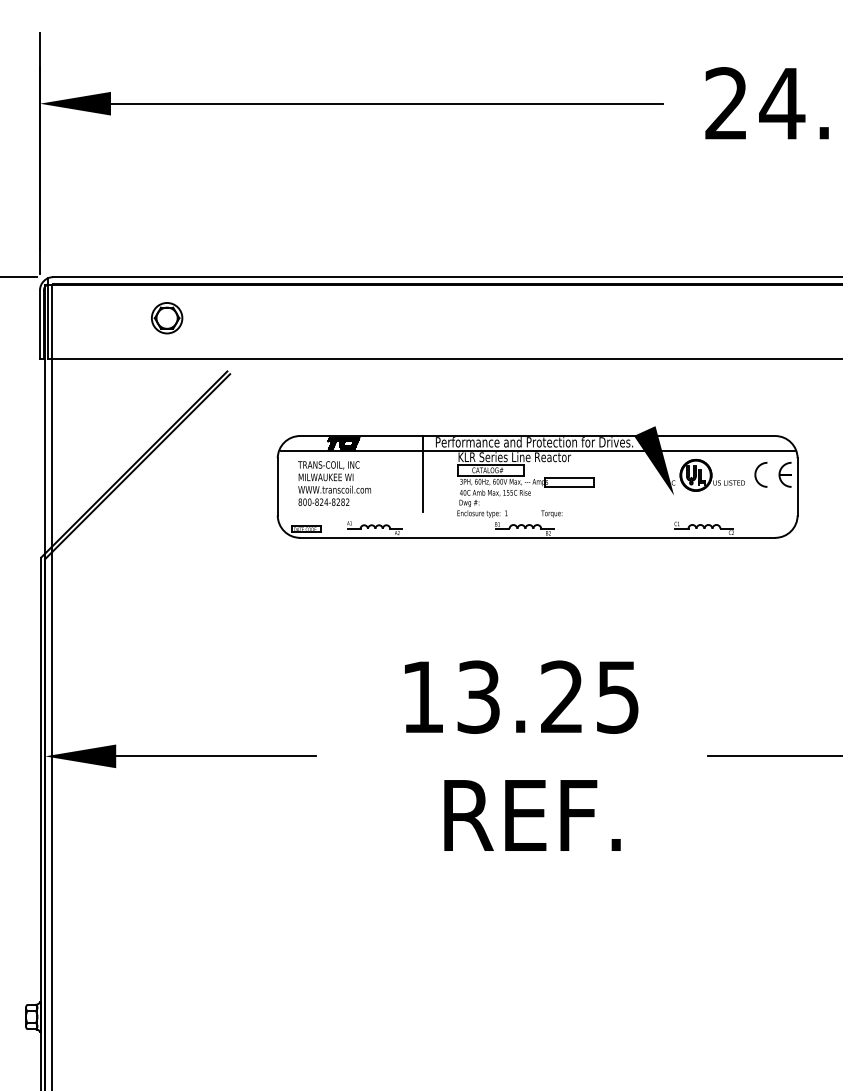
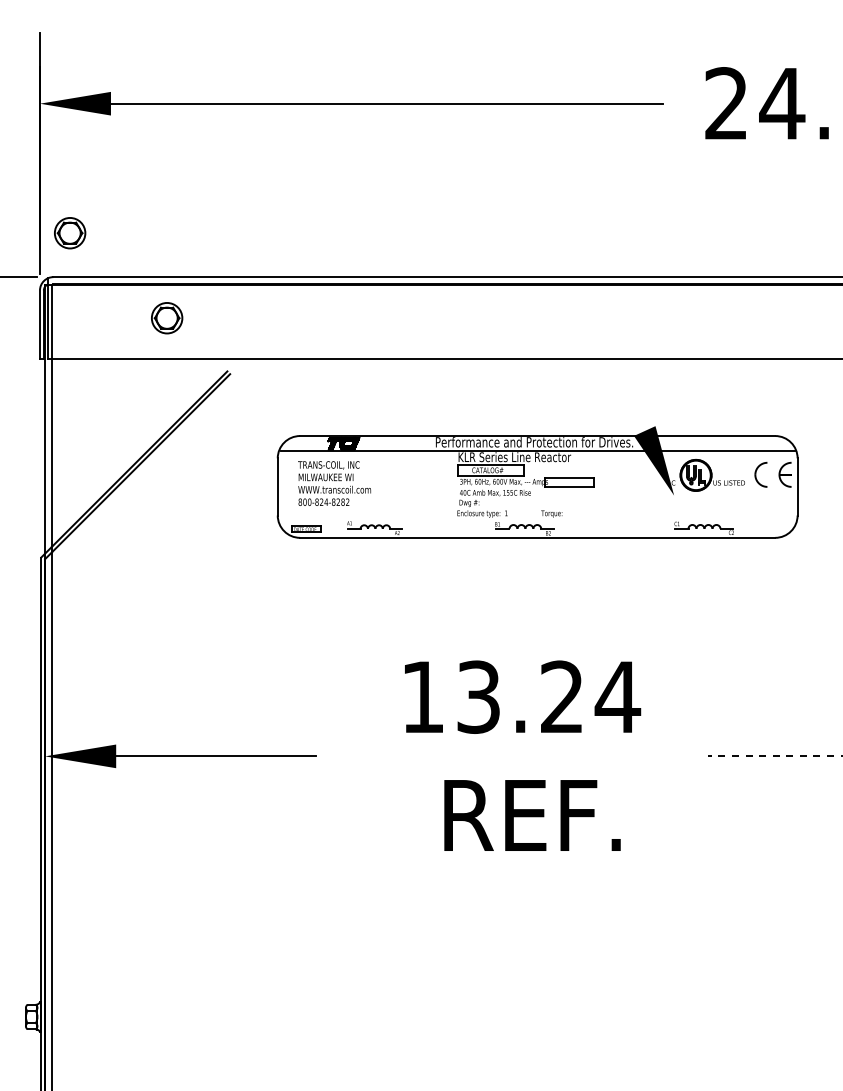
part at (70, 233): none -> present
line at (422, 474): present -> none
text at (617, 697): 13.25 -> 13.24
line at (774, 756): solid -> dashed
